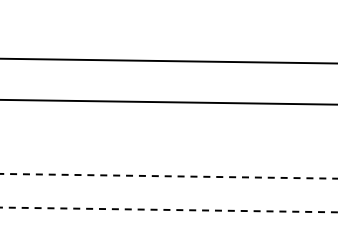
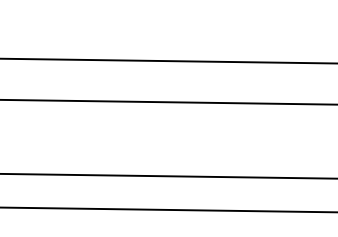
line at (168, 176): dashed -> solid
line at (169, 209): dashed -> solid
